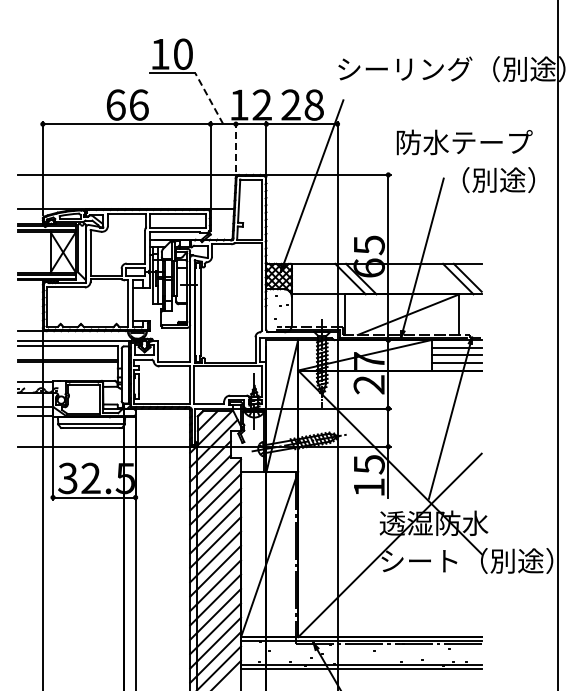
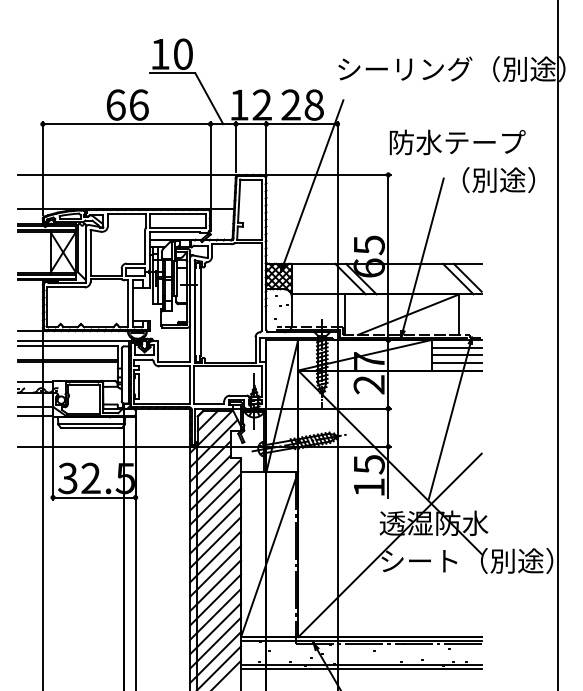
line at (209, 98): dashed -> solid
text at (464, 142) position: (464, 142) -> (457, 142)
line at (235, 146): dashed -> solid
